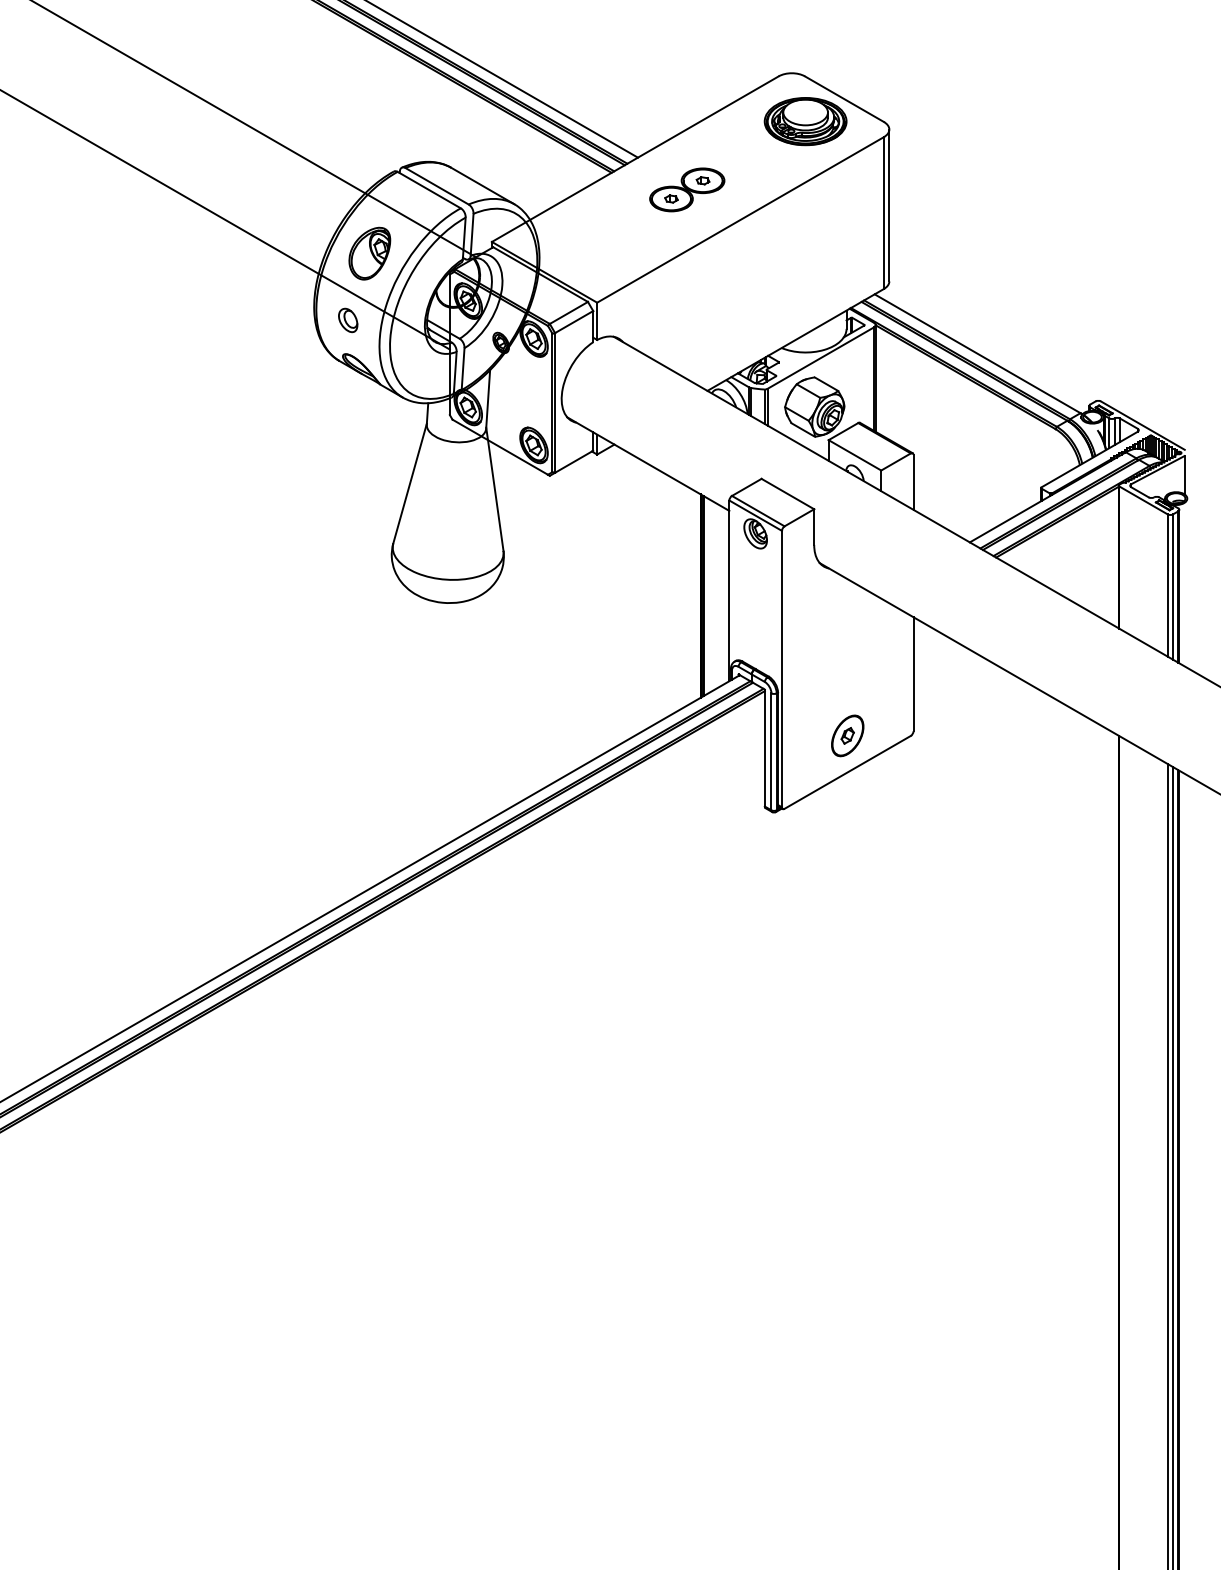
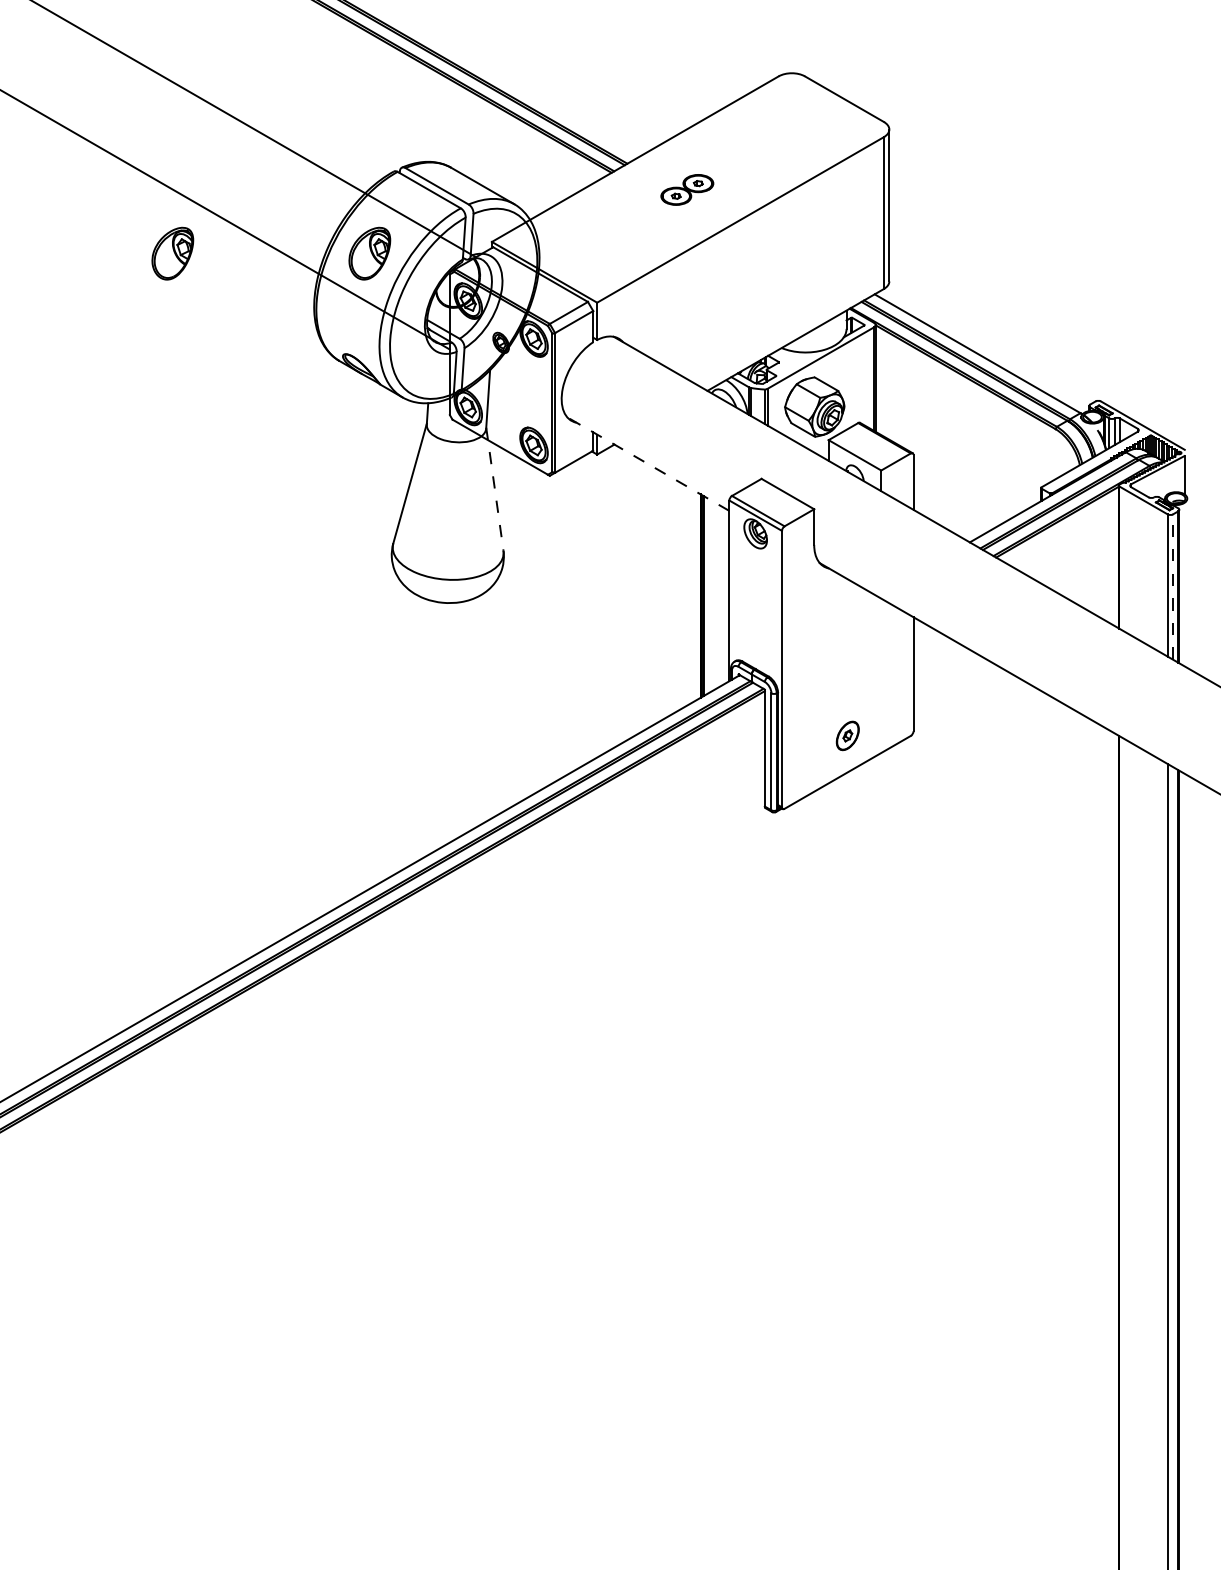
line at (502, 79): present -> none
part at (805, 121): present -> none
part at (687, 189) size: 77x46 px -> 55x32 px
part at (172, 253): none -> present
part at (348, 320): present -> none
line at (648, 464): solid -> dashed
line at (494, 489): solid -> dashed
line at (1173, 587): solid -> dashed
part at (847, 735) size: 34x44 px -> 25x32 px
line at (1173, 1166): present -> none
